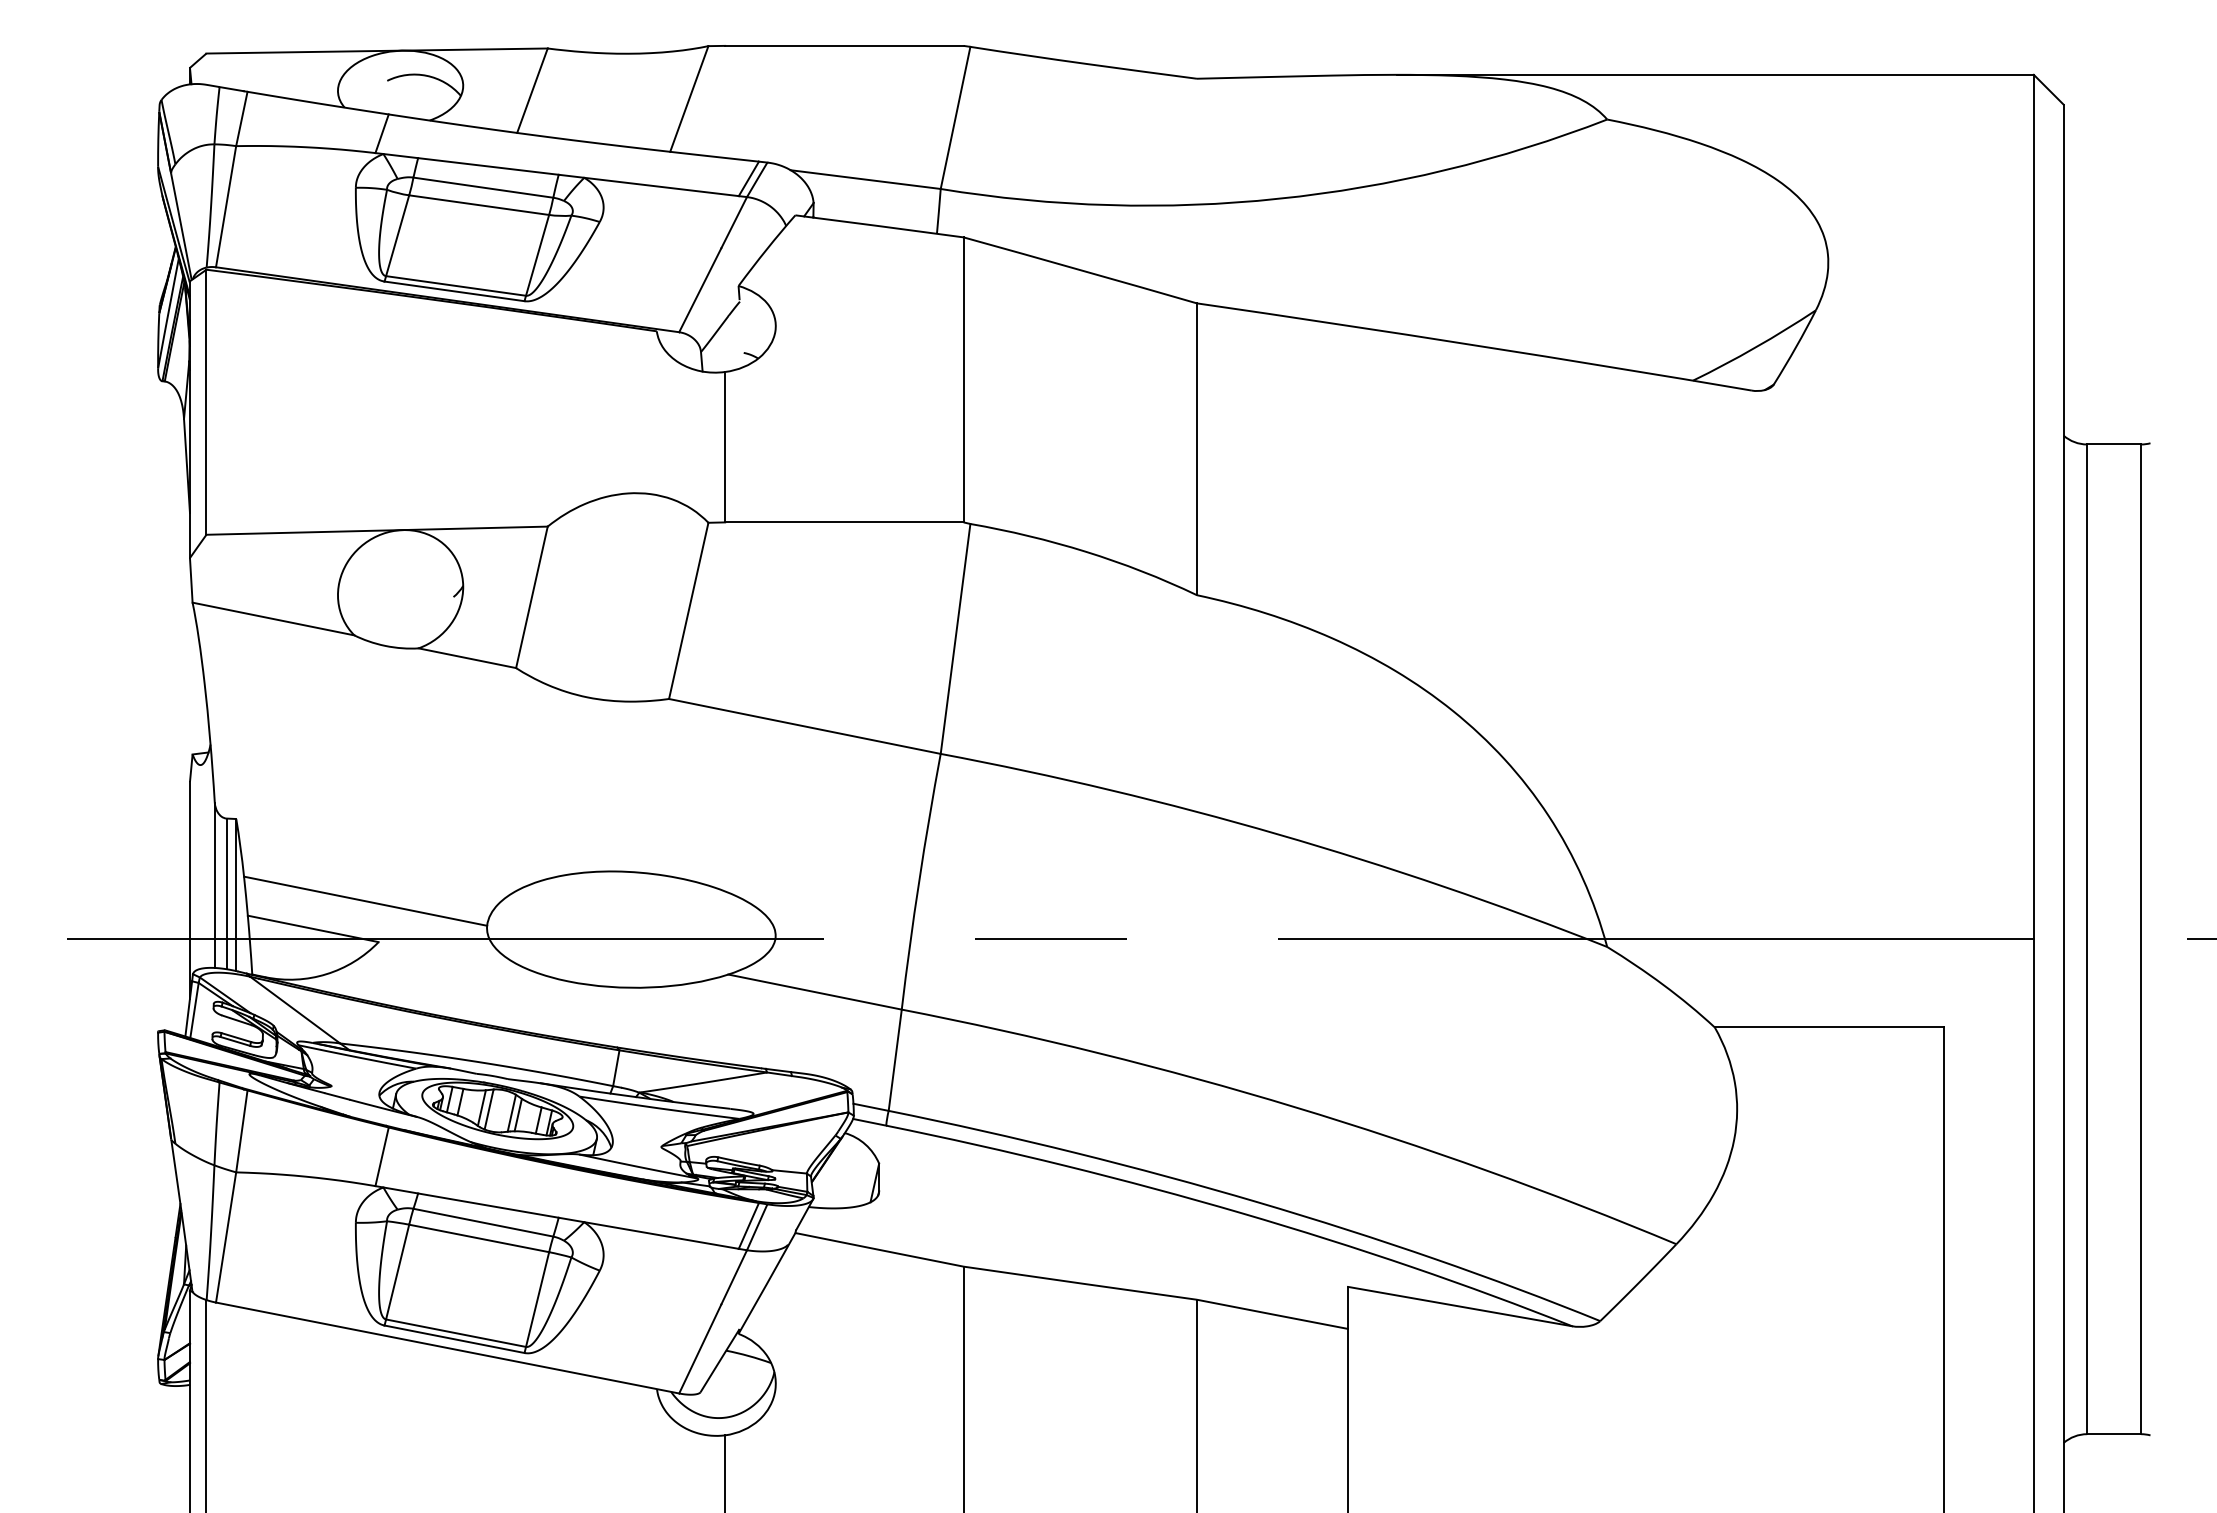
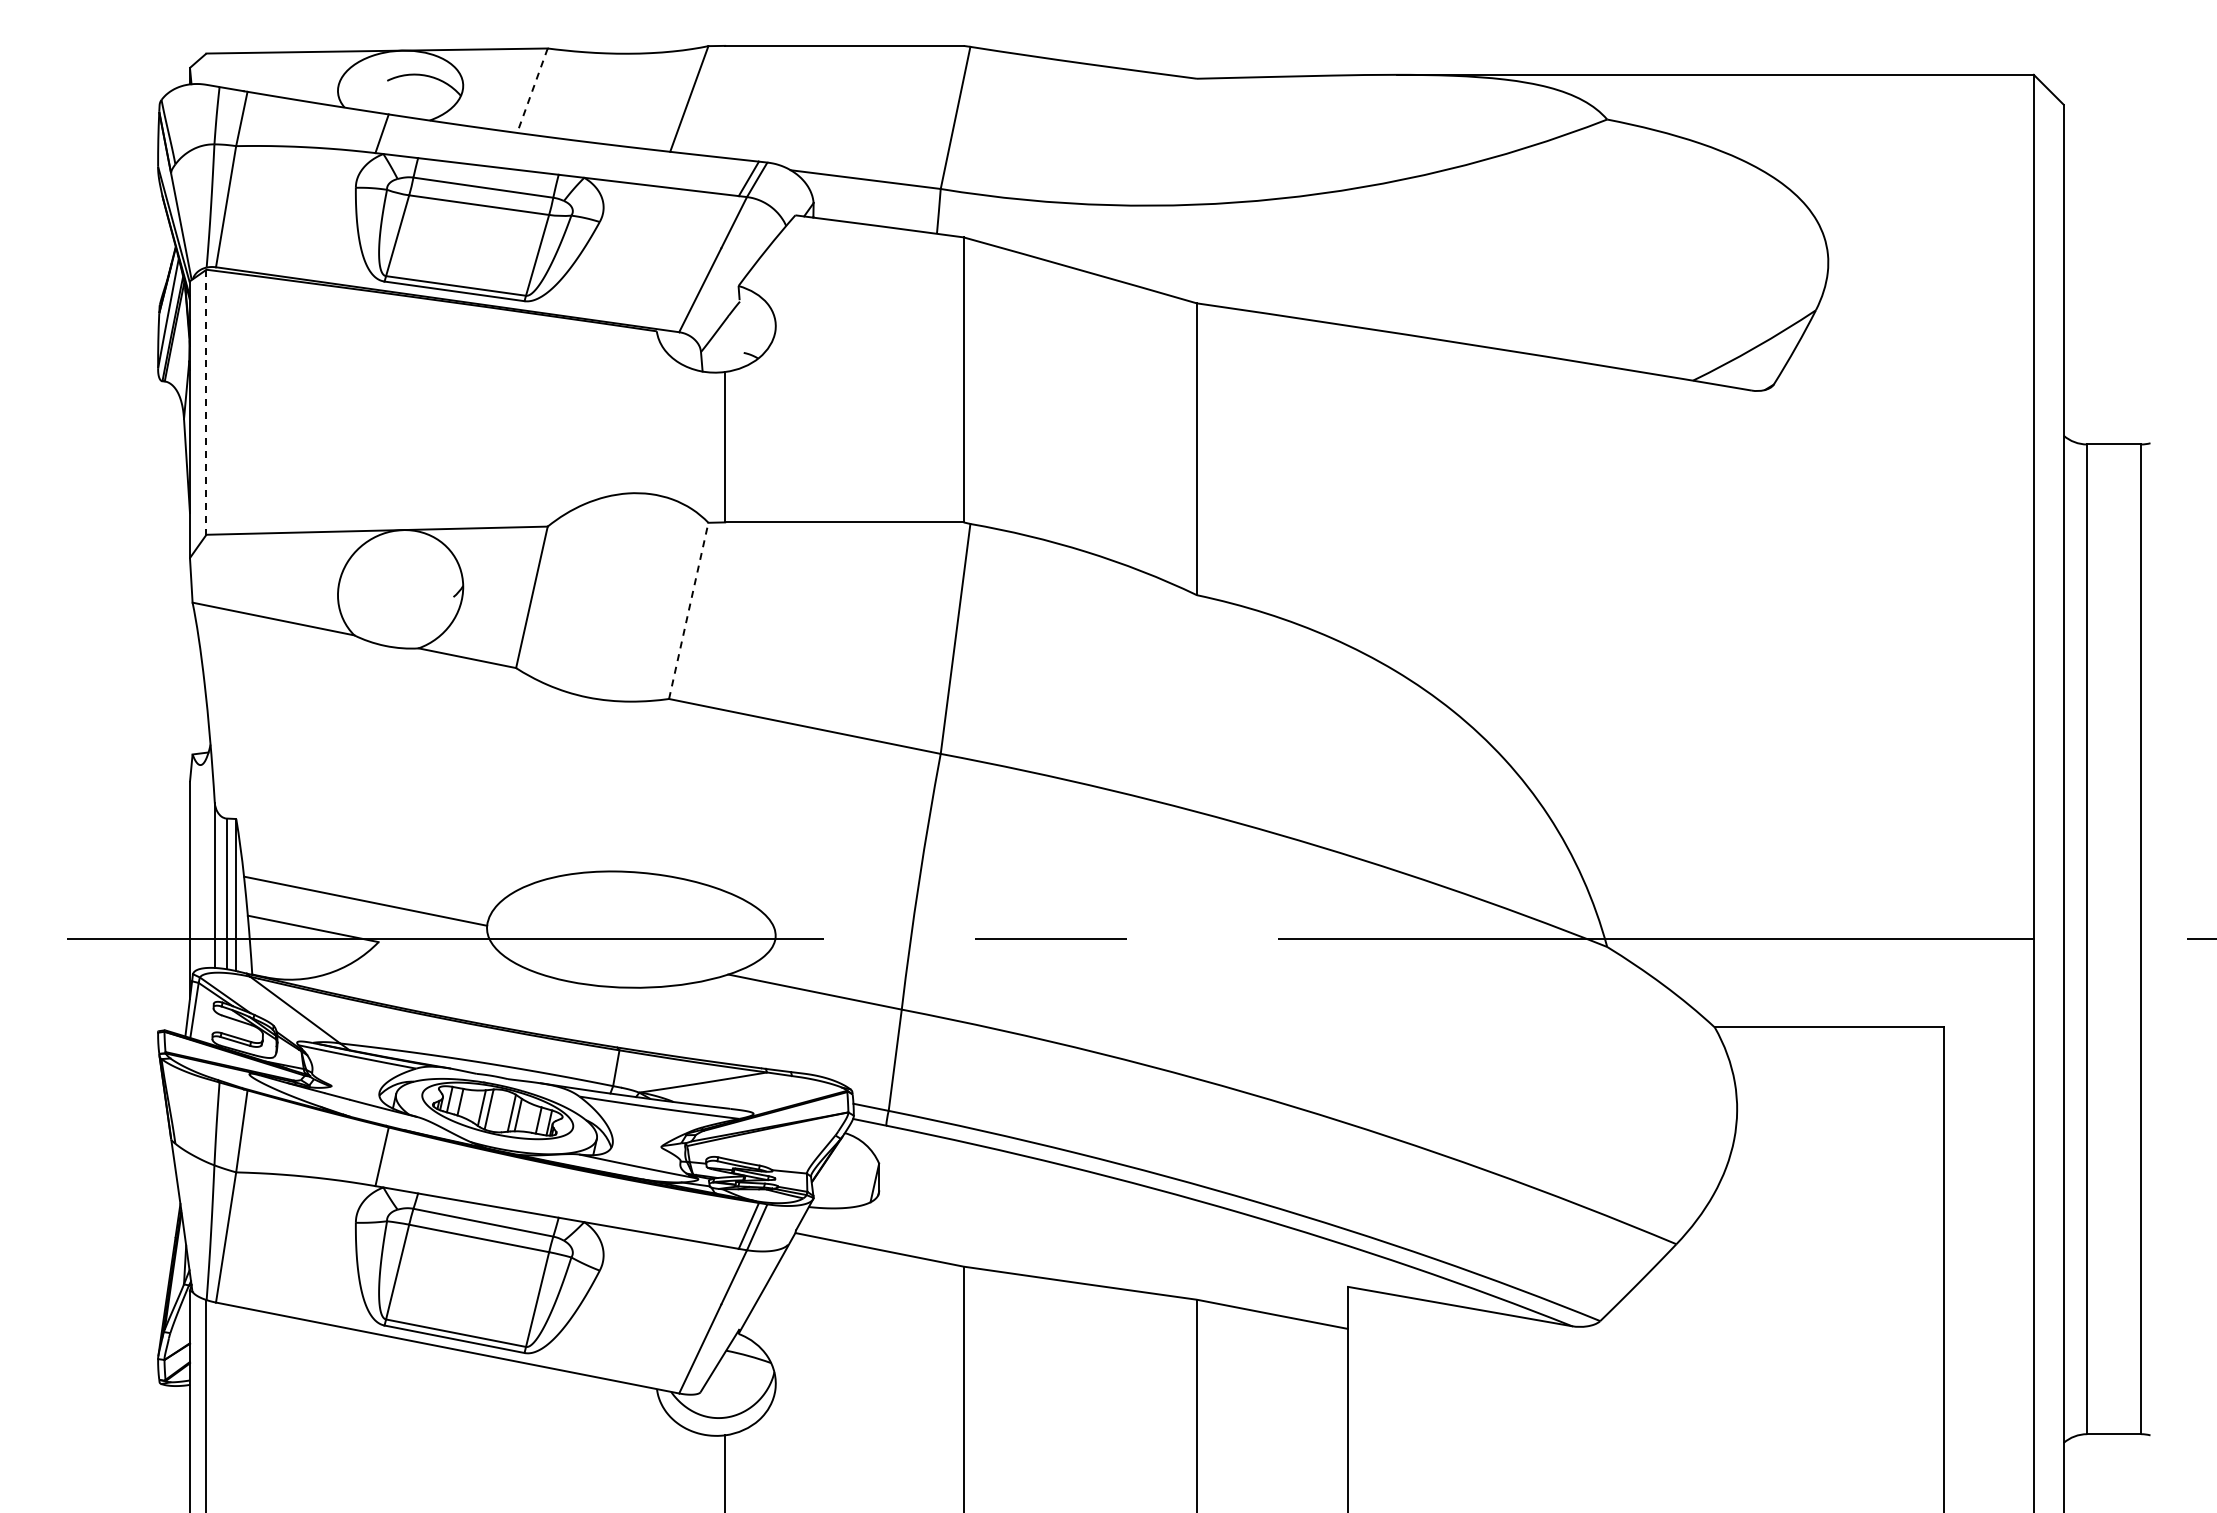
line at (532, 90): solid -> dashed
line at (206, 402): solid -> dashed
line at (688, 610): solid -> dashed
